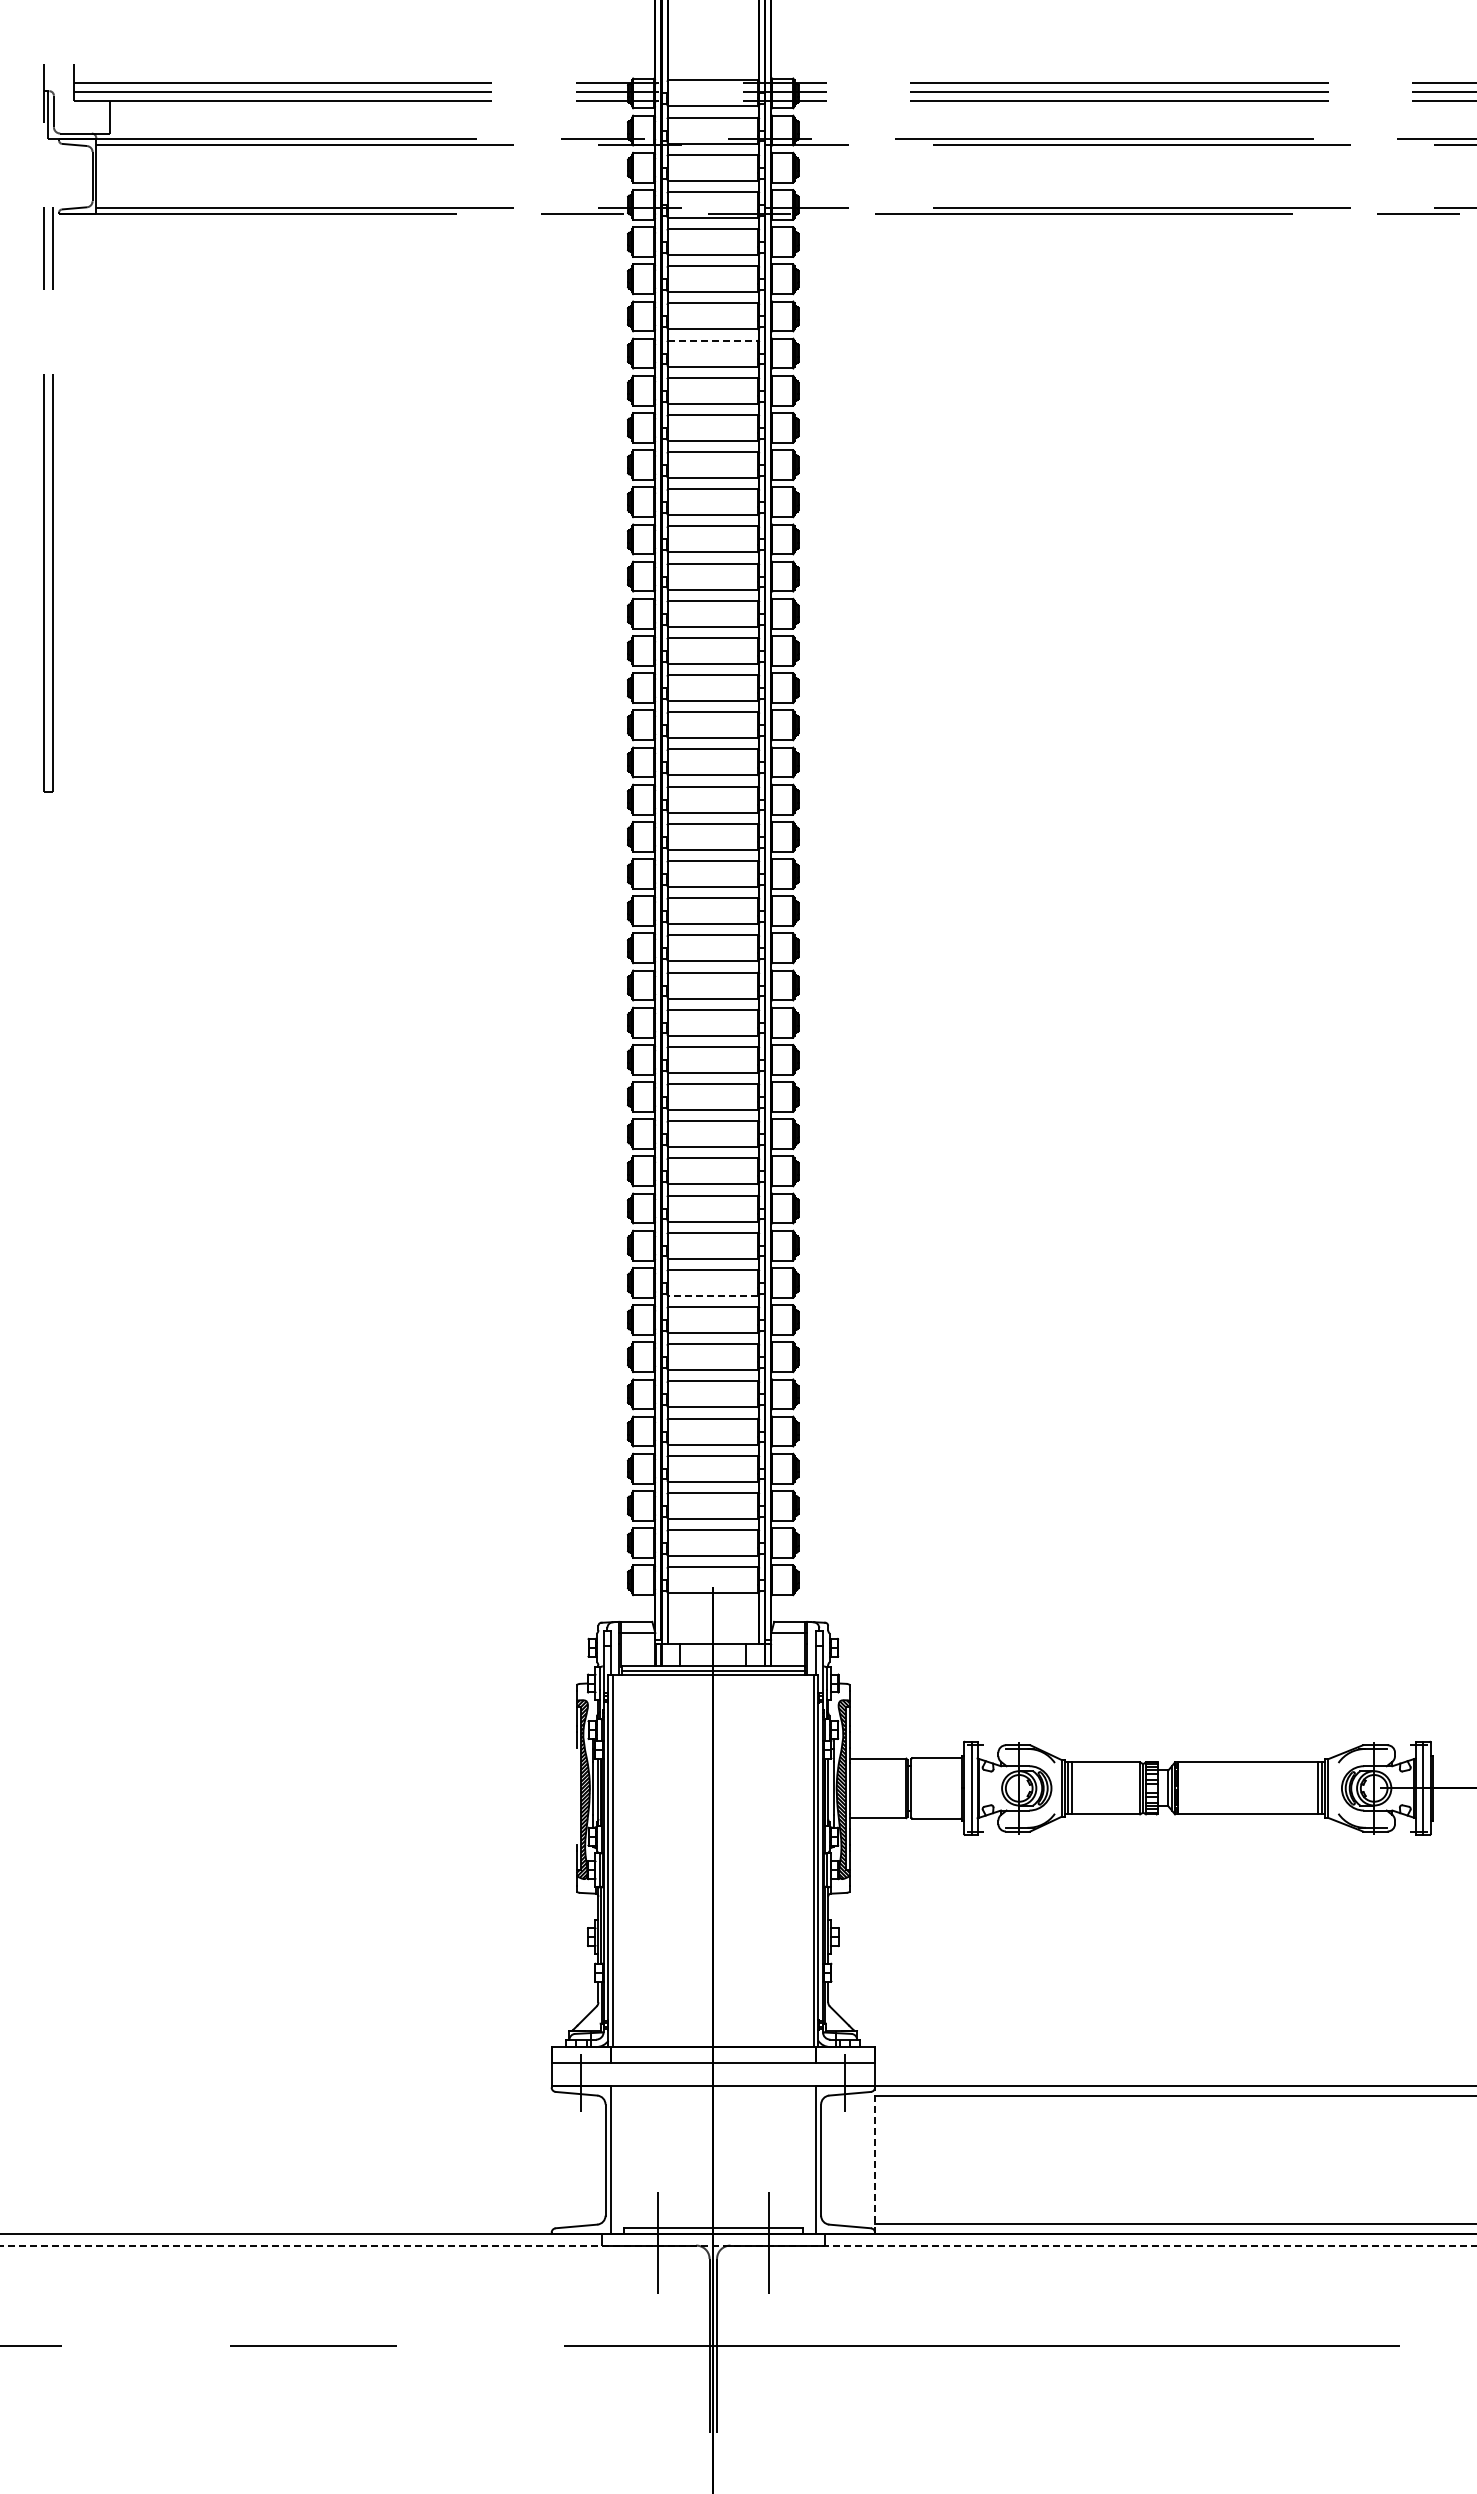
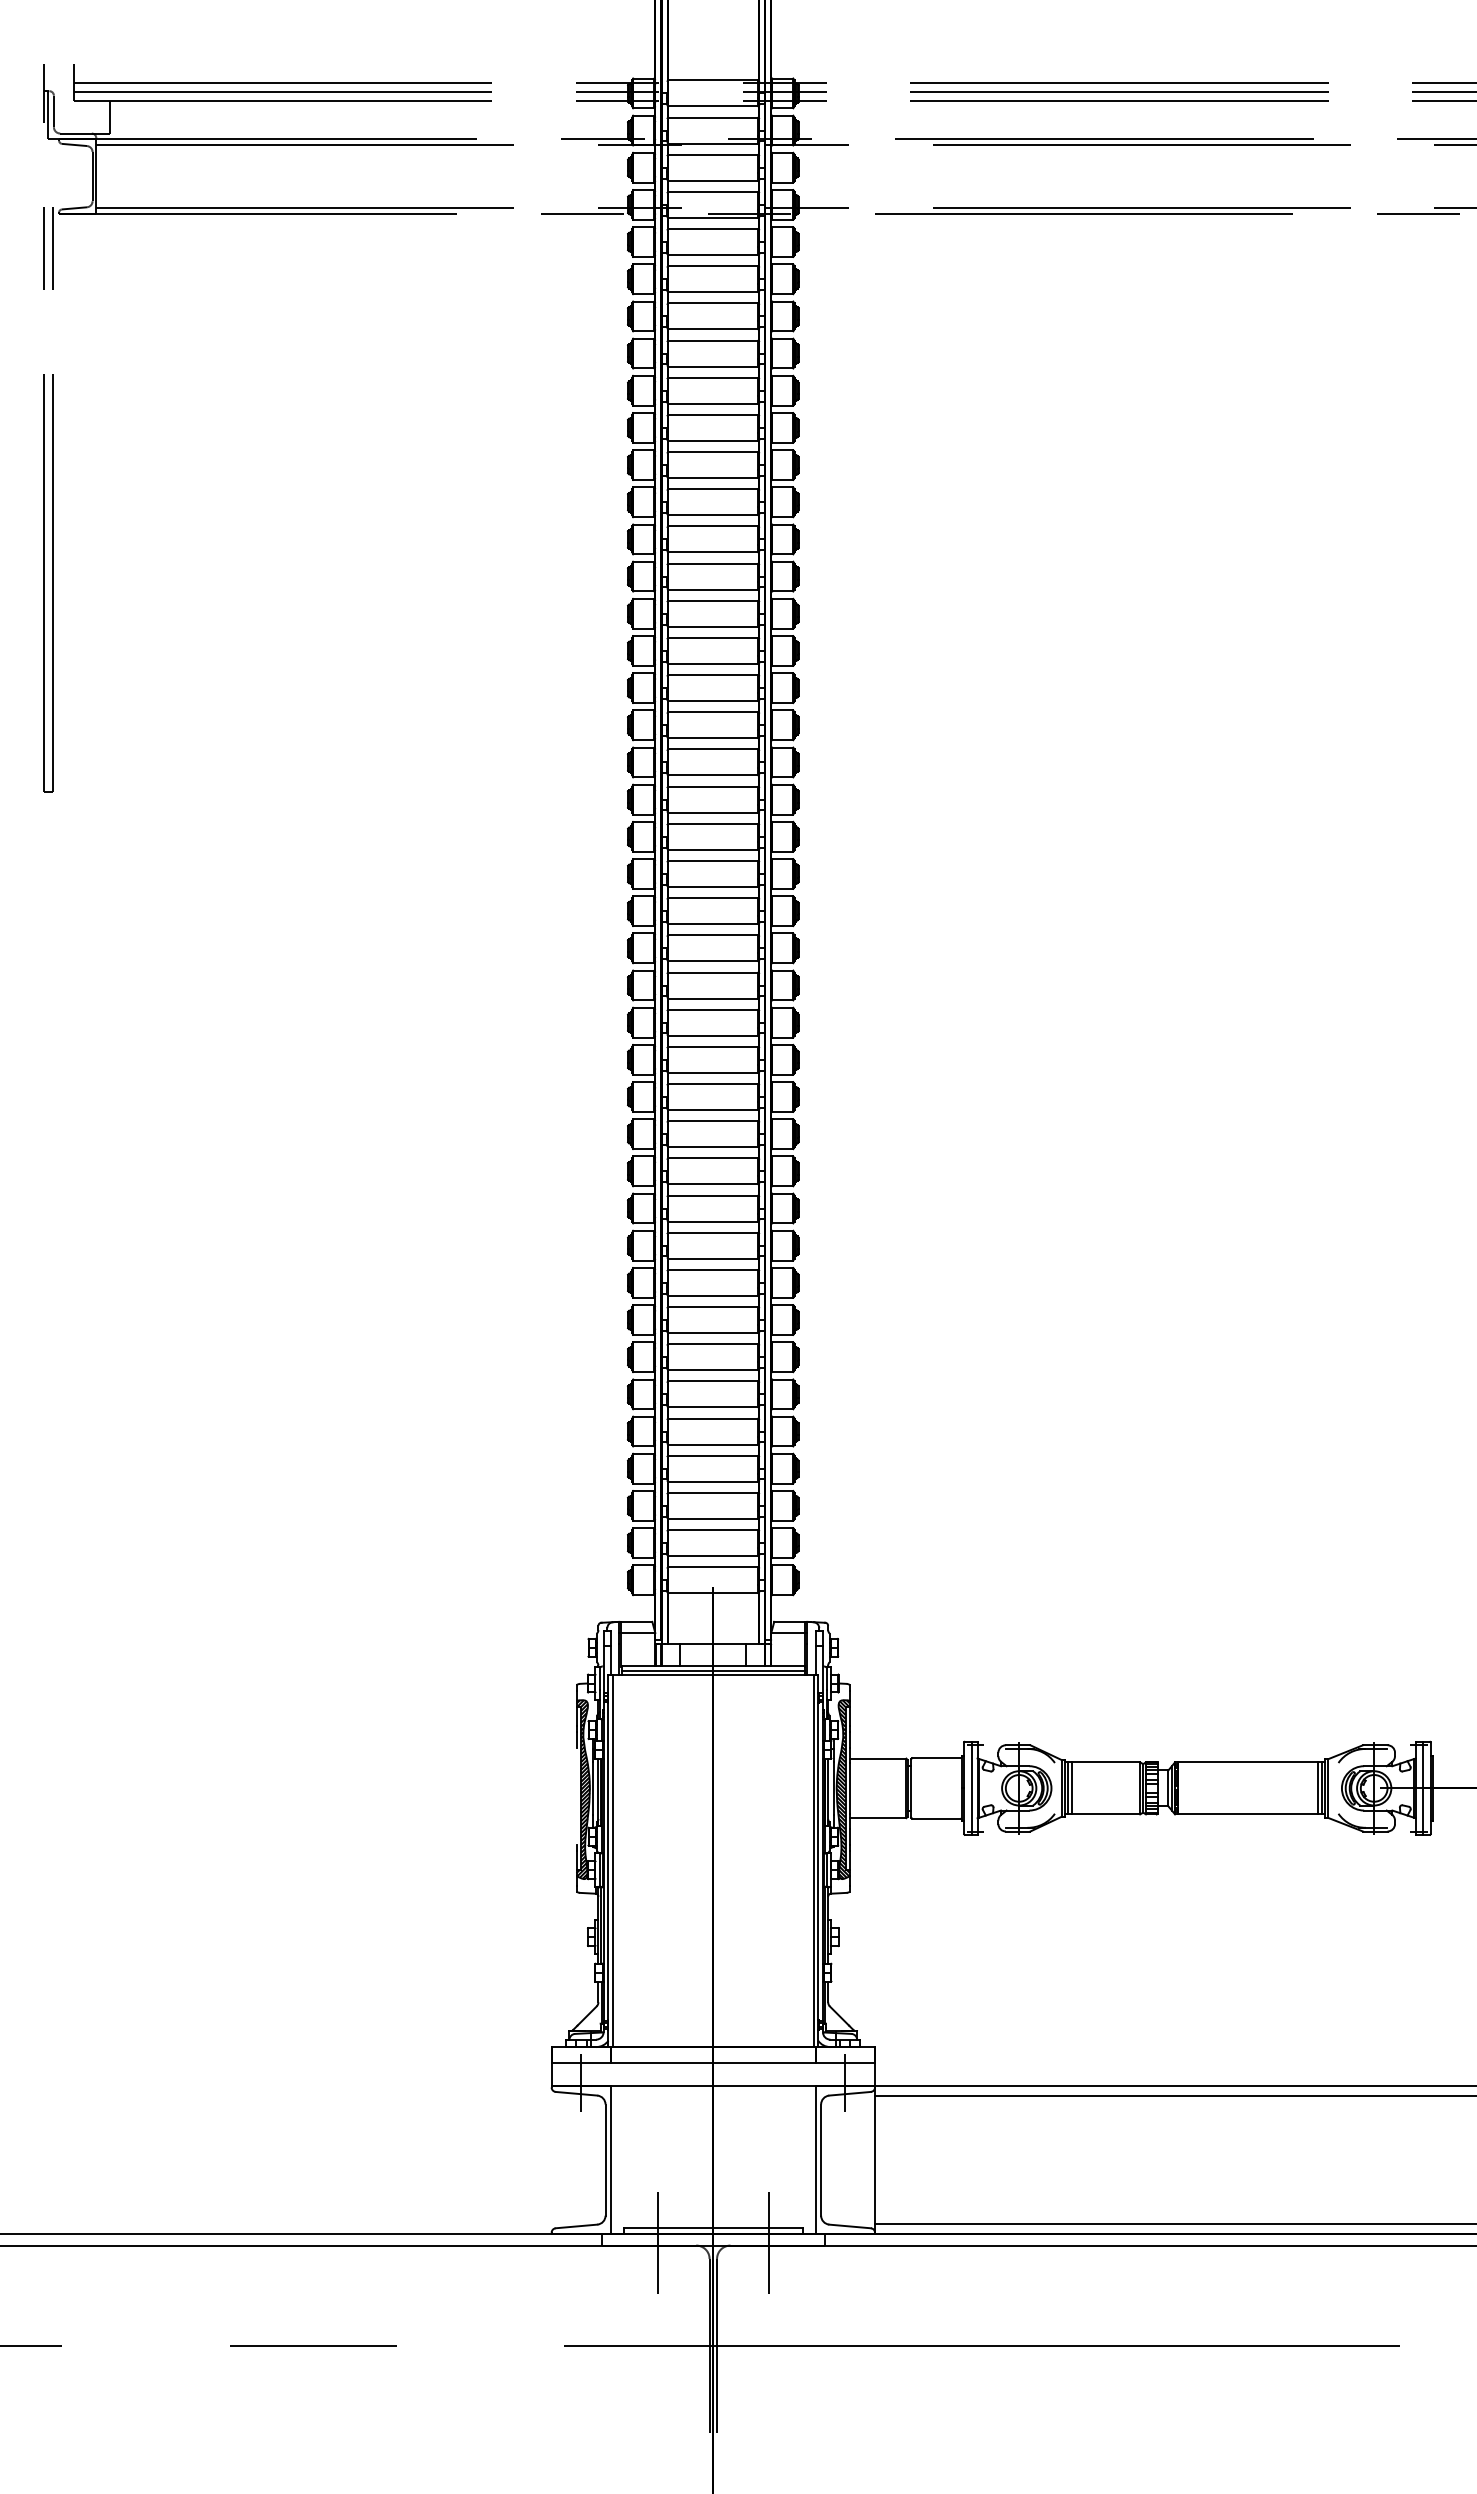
line at (713, 340): dashed -> solid
line at (713, 1295): dashed -> solid
line at (875, 2159): dashed -> solid
line at (738, 2245): dashed -> solid
